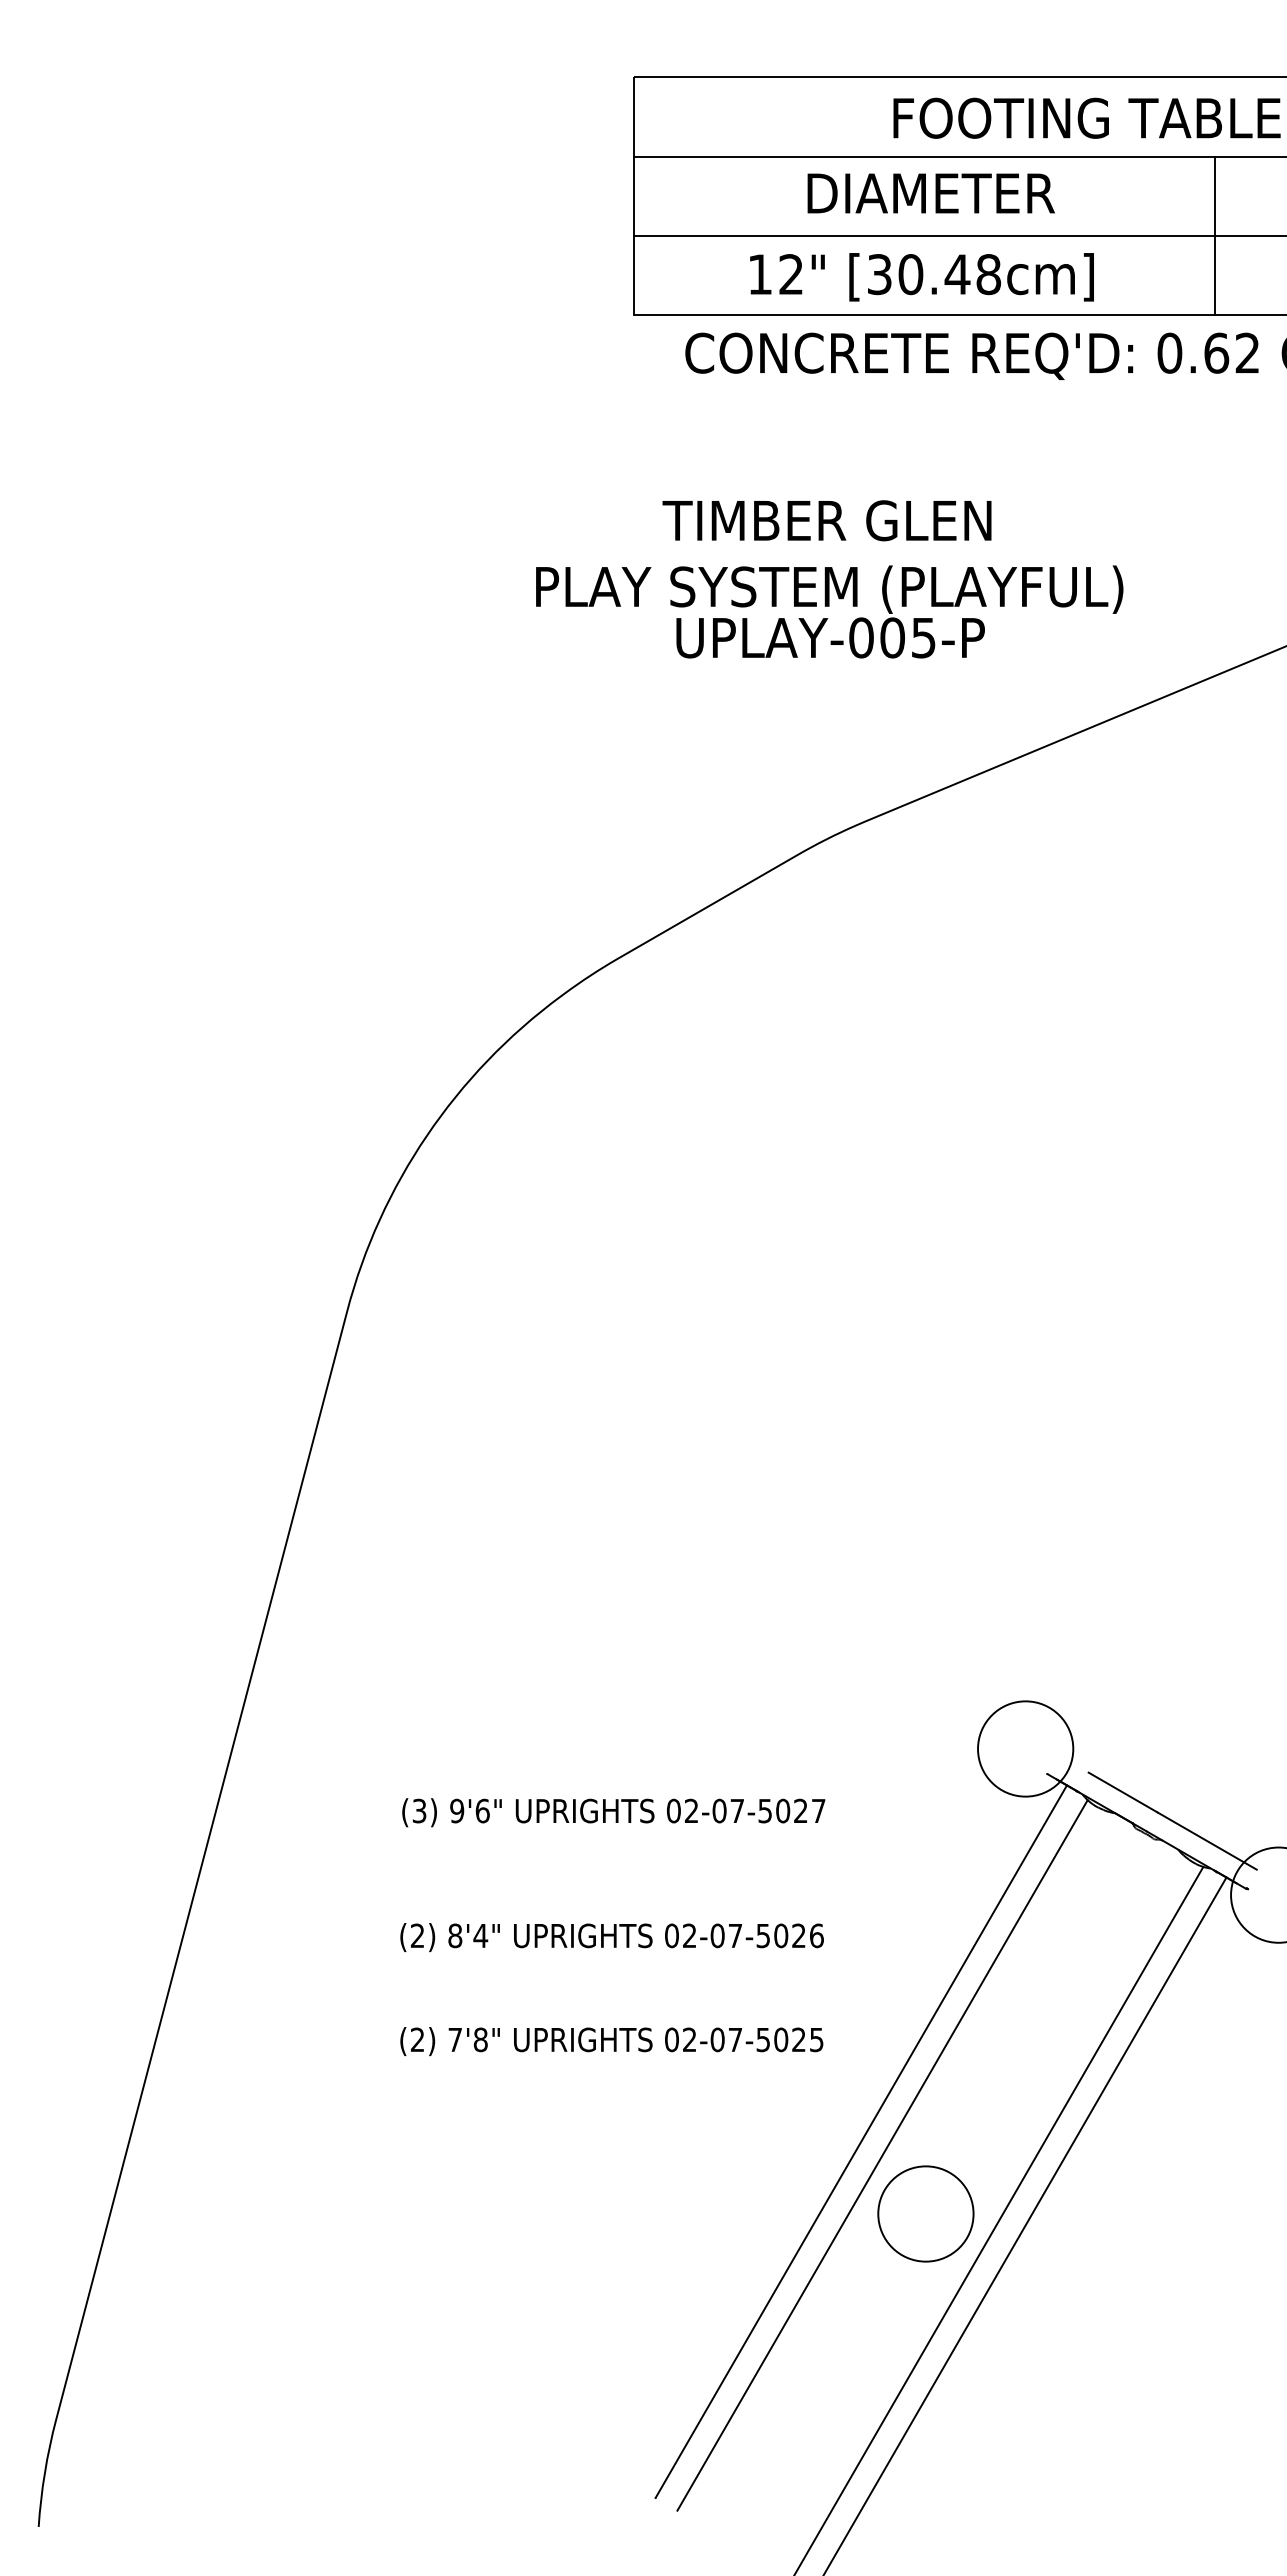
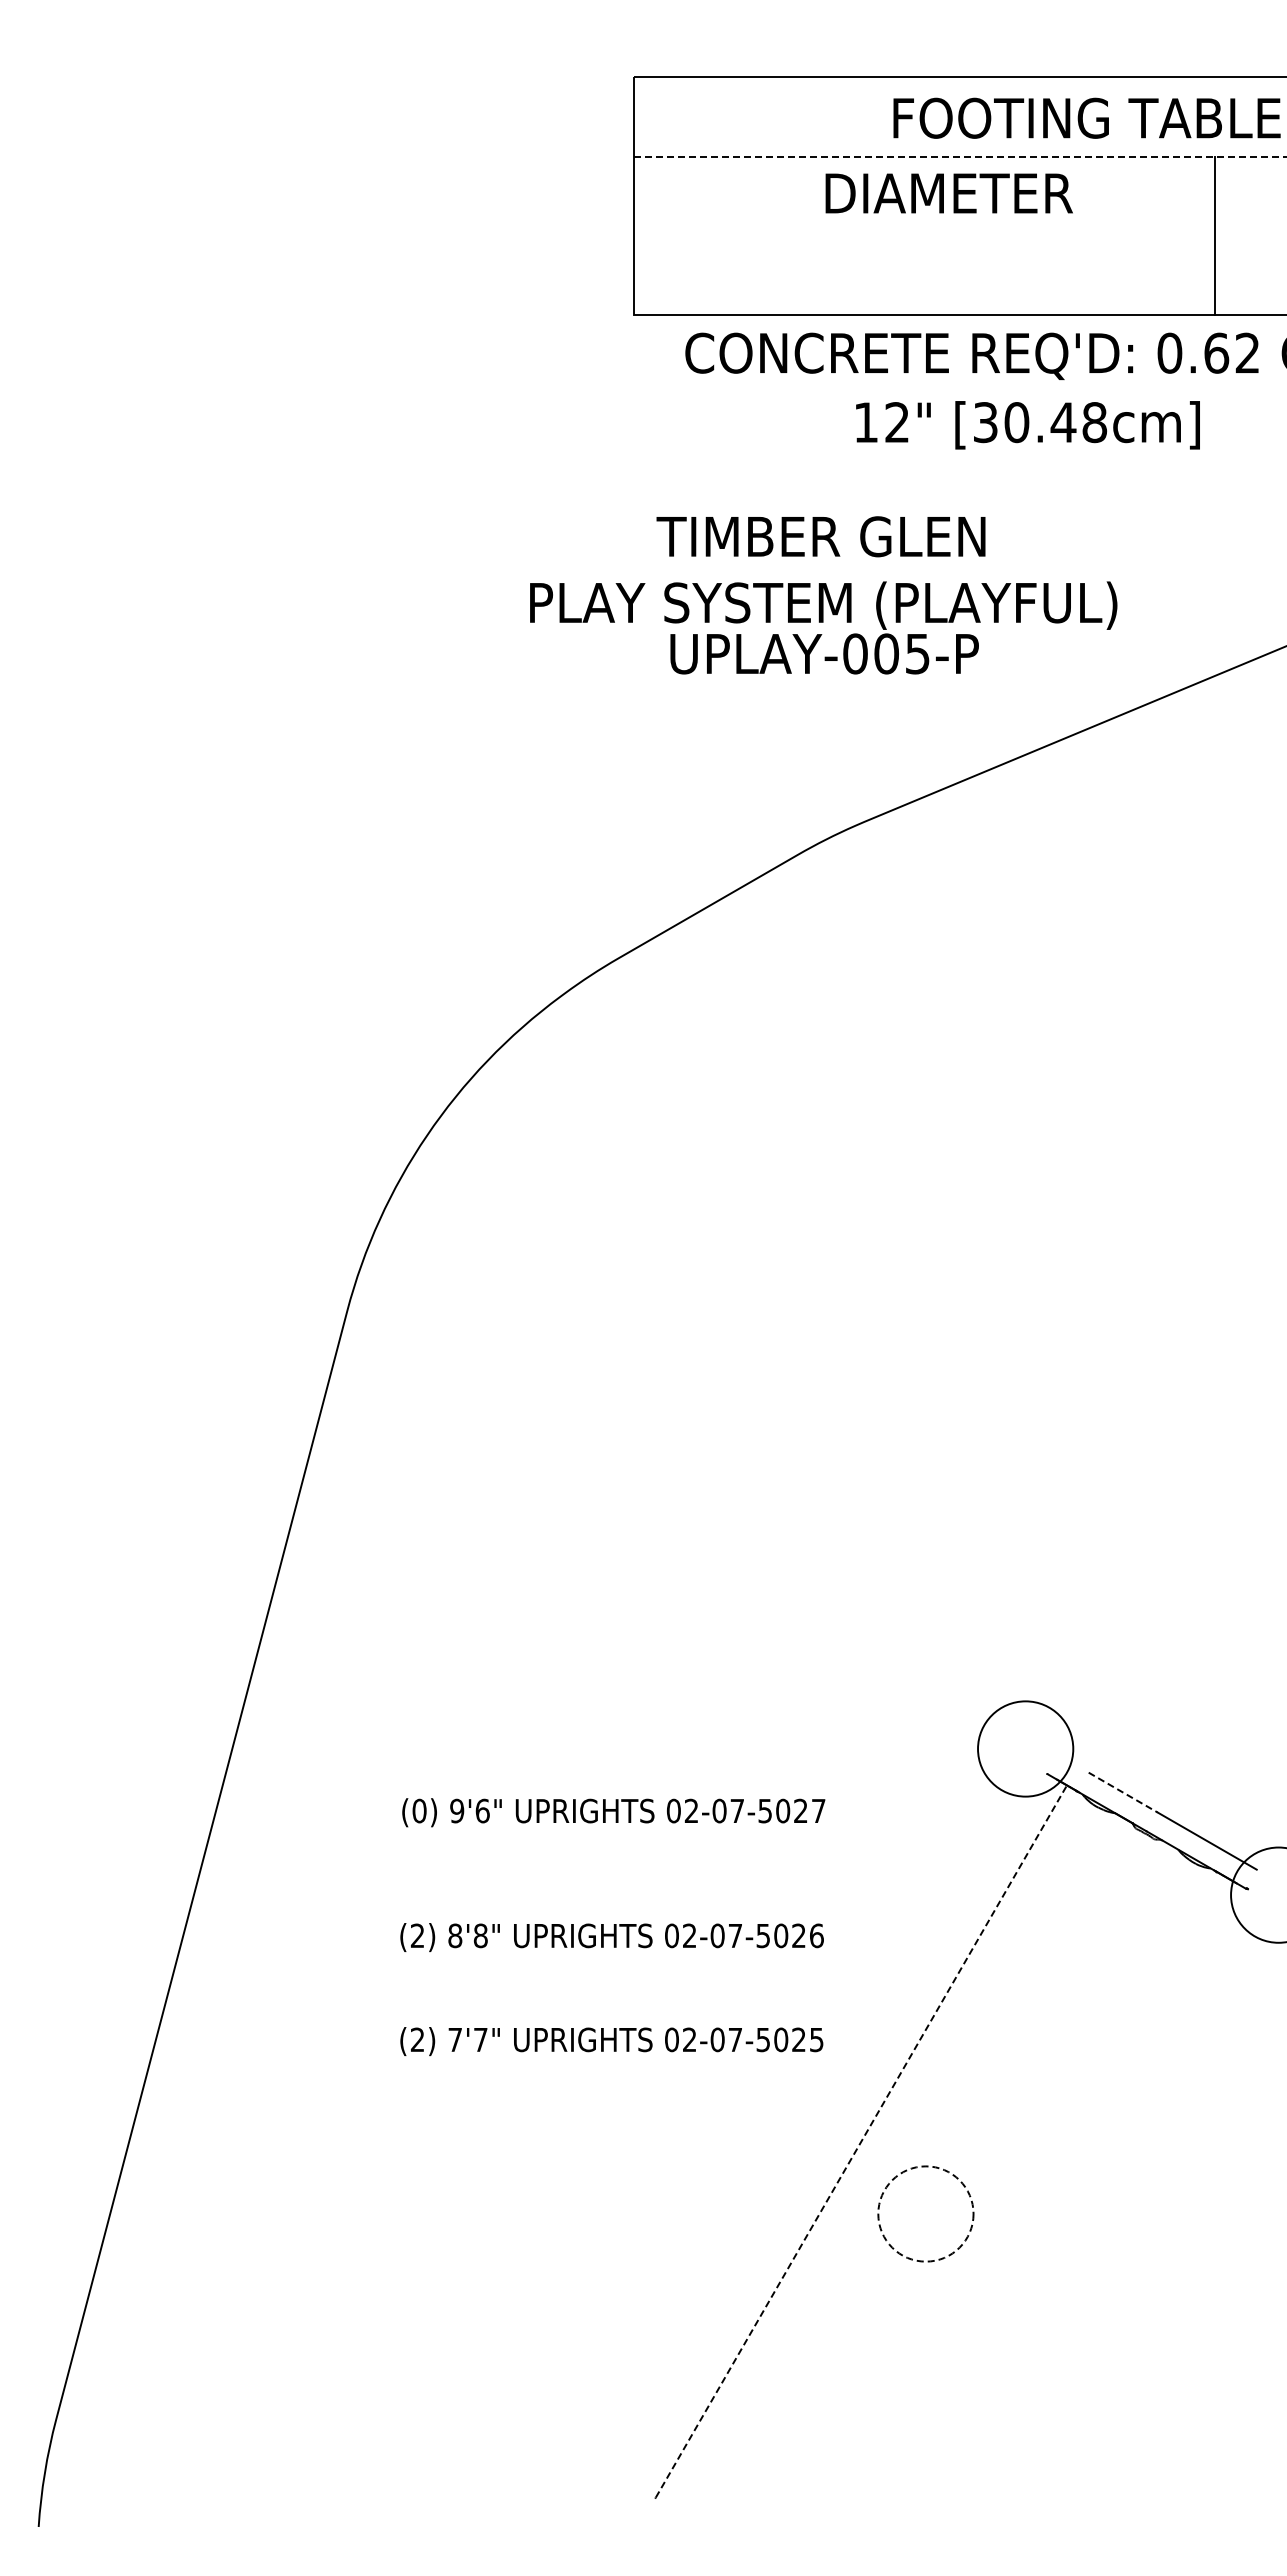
line at (960, 156): solid -> dashed
text at (930, 193) position: (930, 193) -> (948, 193)
line at (958, 236): present -> none
text at (921, 277) position: (921, 277) -> (1027, 425)
text at (829, 579) position: (829, 579) -> (823, 595)
line at (1123, 1792): solid -> dashed
text at (419, 1810): (3) -> (0)
text at (480, 1935): 8'4" -> 8'8"
text at (480, 2039): 7'8" -> 7'7"
line at (861, 2141): solid -> dashed
line at (882, 2155): present -> none
circle at (925, 2213): solid -> dashed
line at (999, 2219): present -> none
line at (1025, 2224): present -> none
